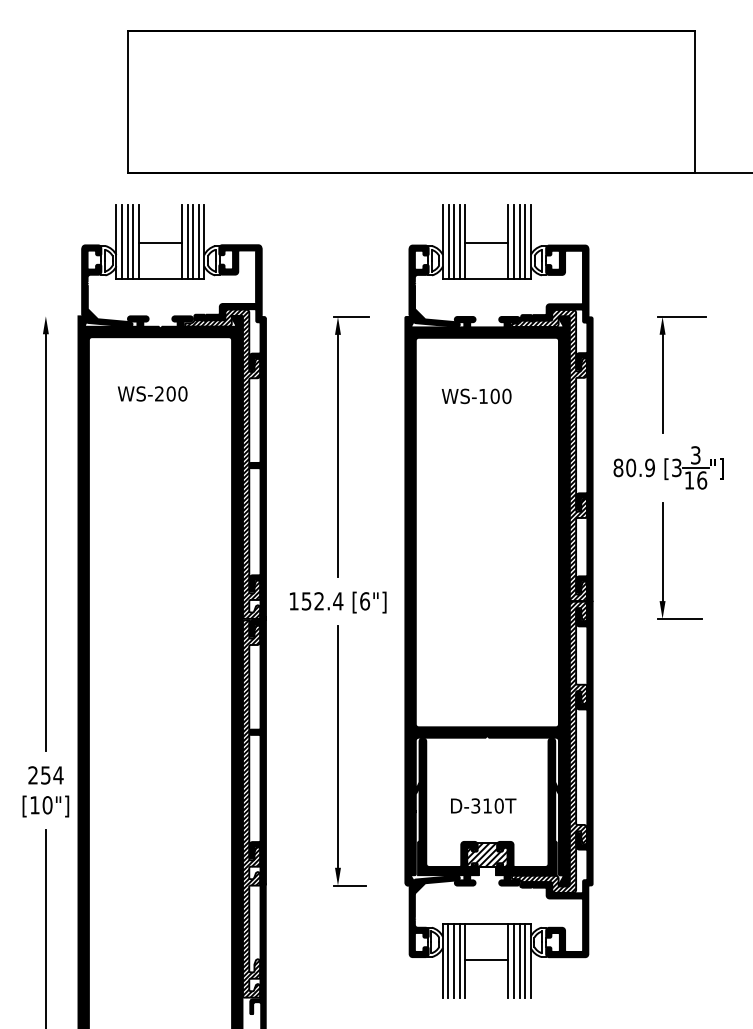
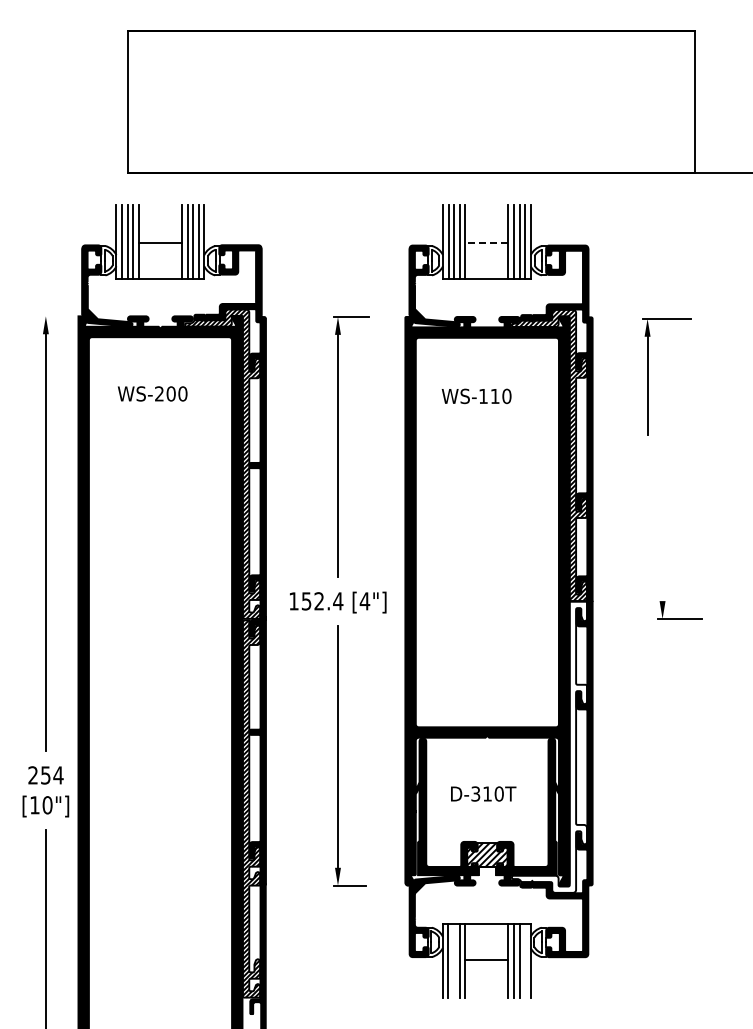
line at (486, 243): solid -> dashed
part at (663, 374) position: (663, 374) -> (648, 376)
text at (494, 396): WS-100 -> WS-110
part at (668, 467): present -> none
line at (662, 552): present -> none
text at (364, 601): [6"] -> [4"]
hatch at (550, 746): present -> none
text at (483, 805) position: (483, 805) -> (483, 793)
line at (454, 960): present -> none
line at (525, 960): present -> none
